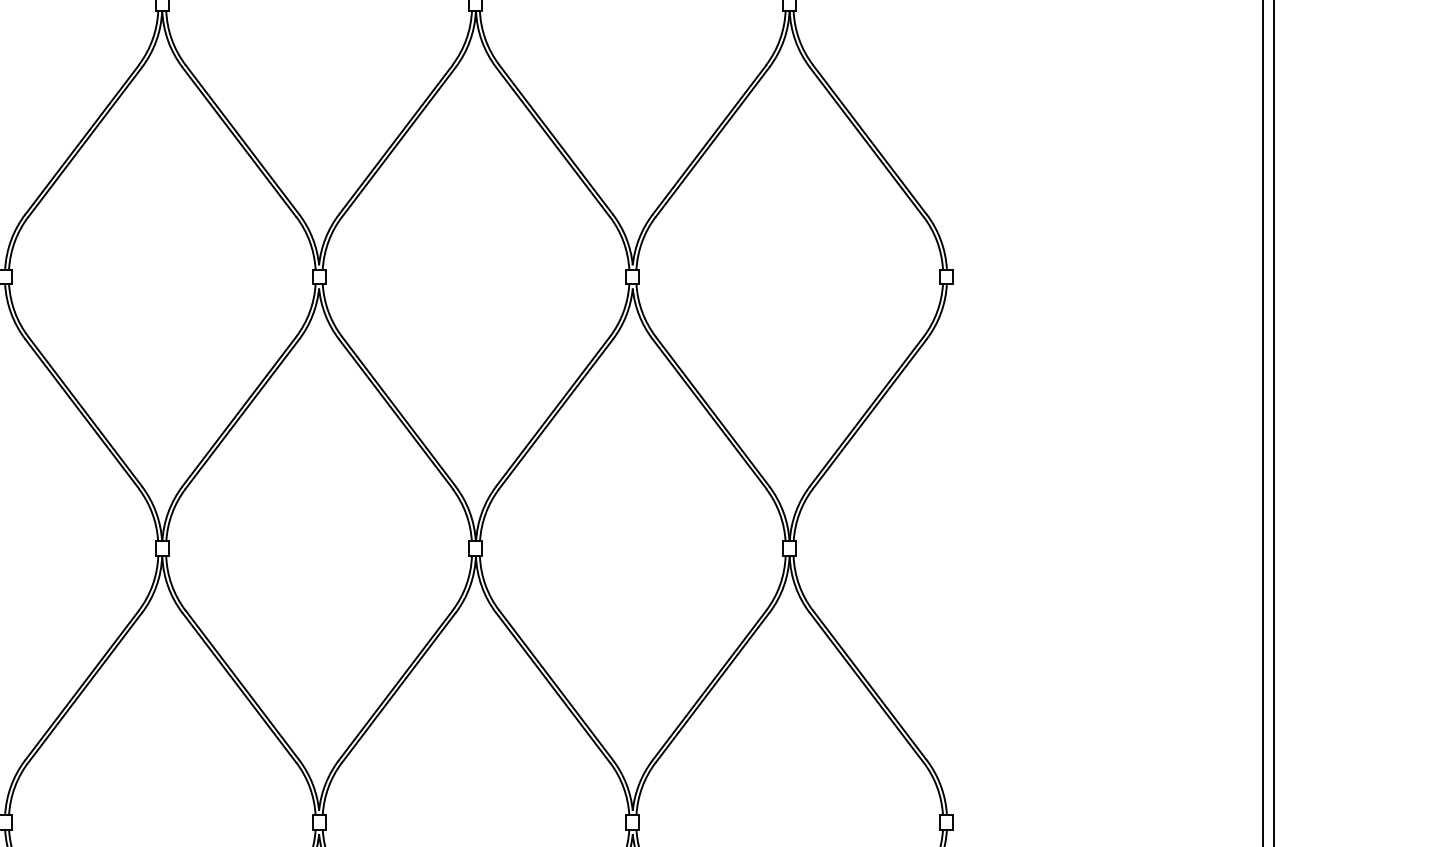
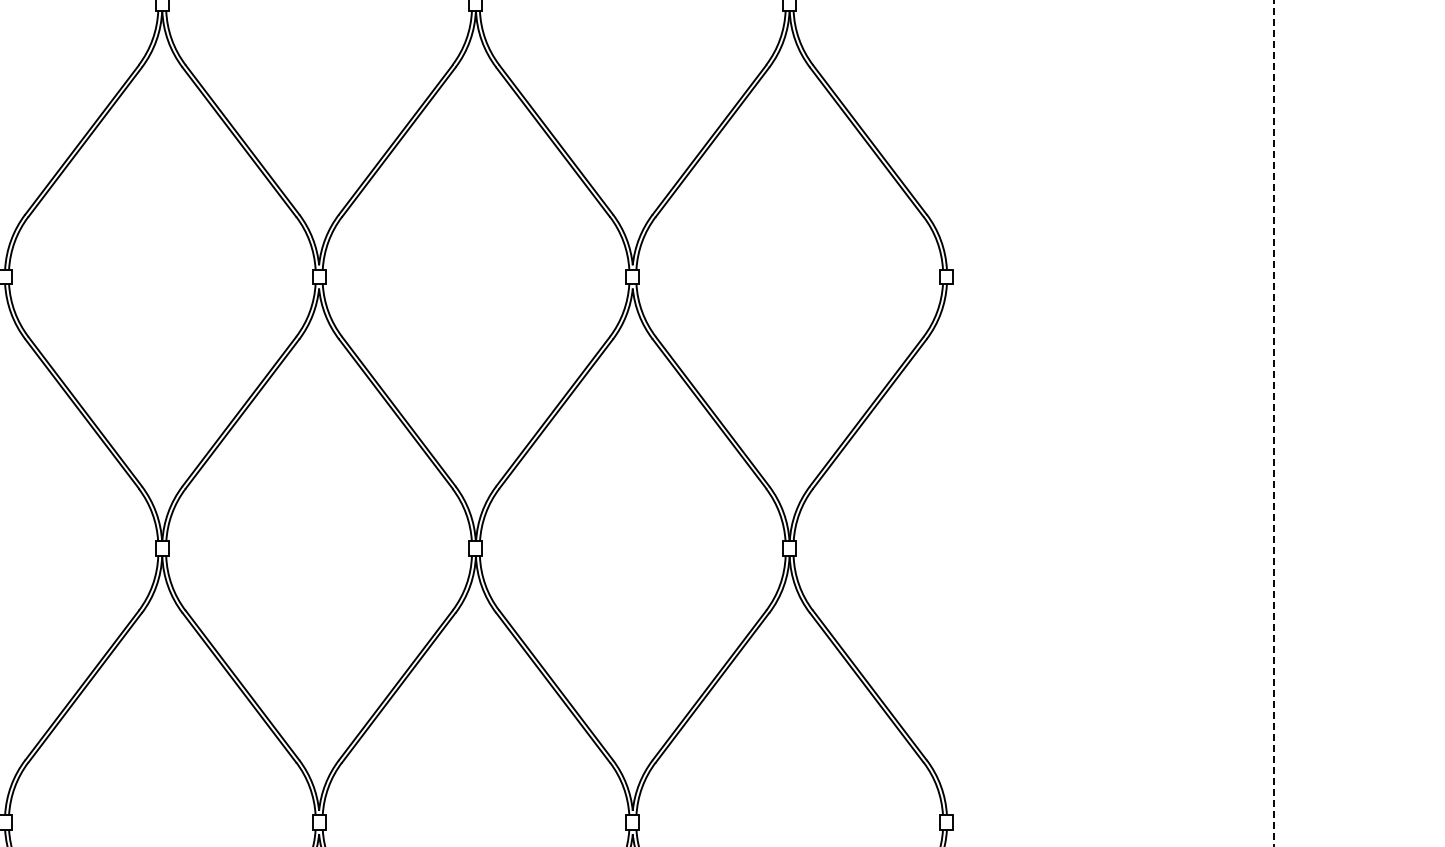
line at (1262, 422): present -> none
line at (1274, 423): solid -> dashed
